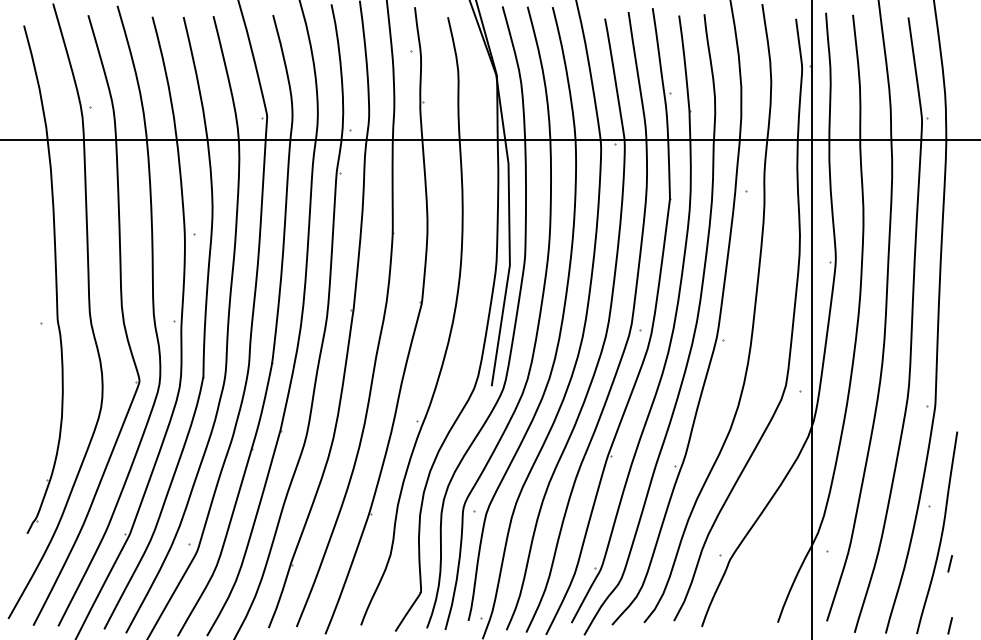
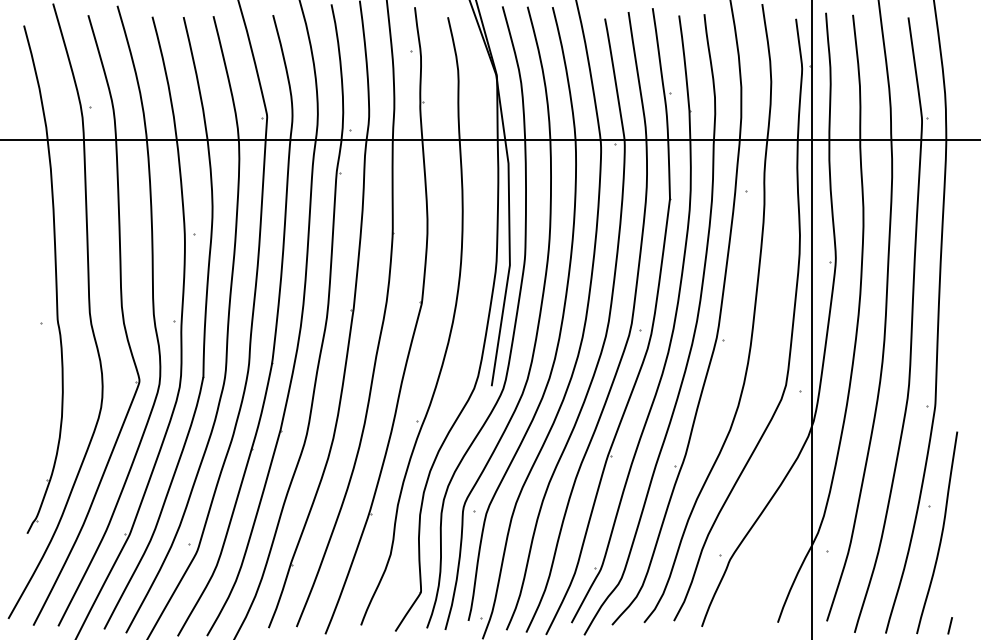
line at (949, 563): present -> none
